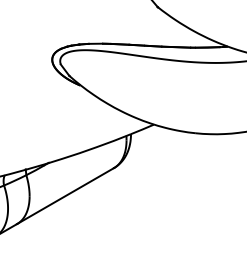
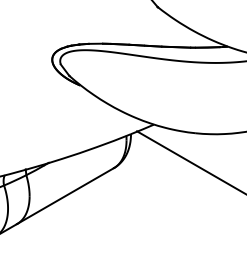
line at (190, 161): none -> present
